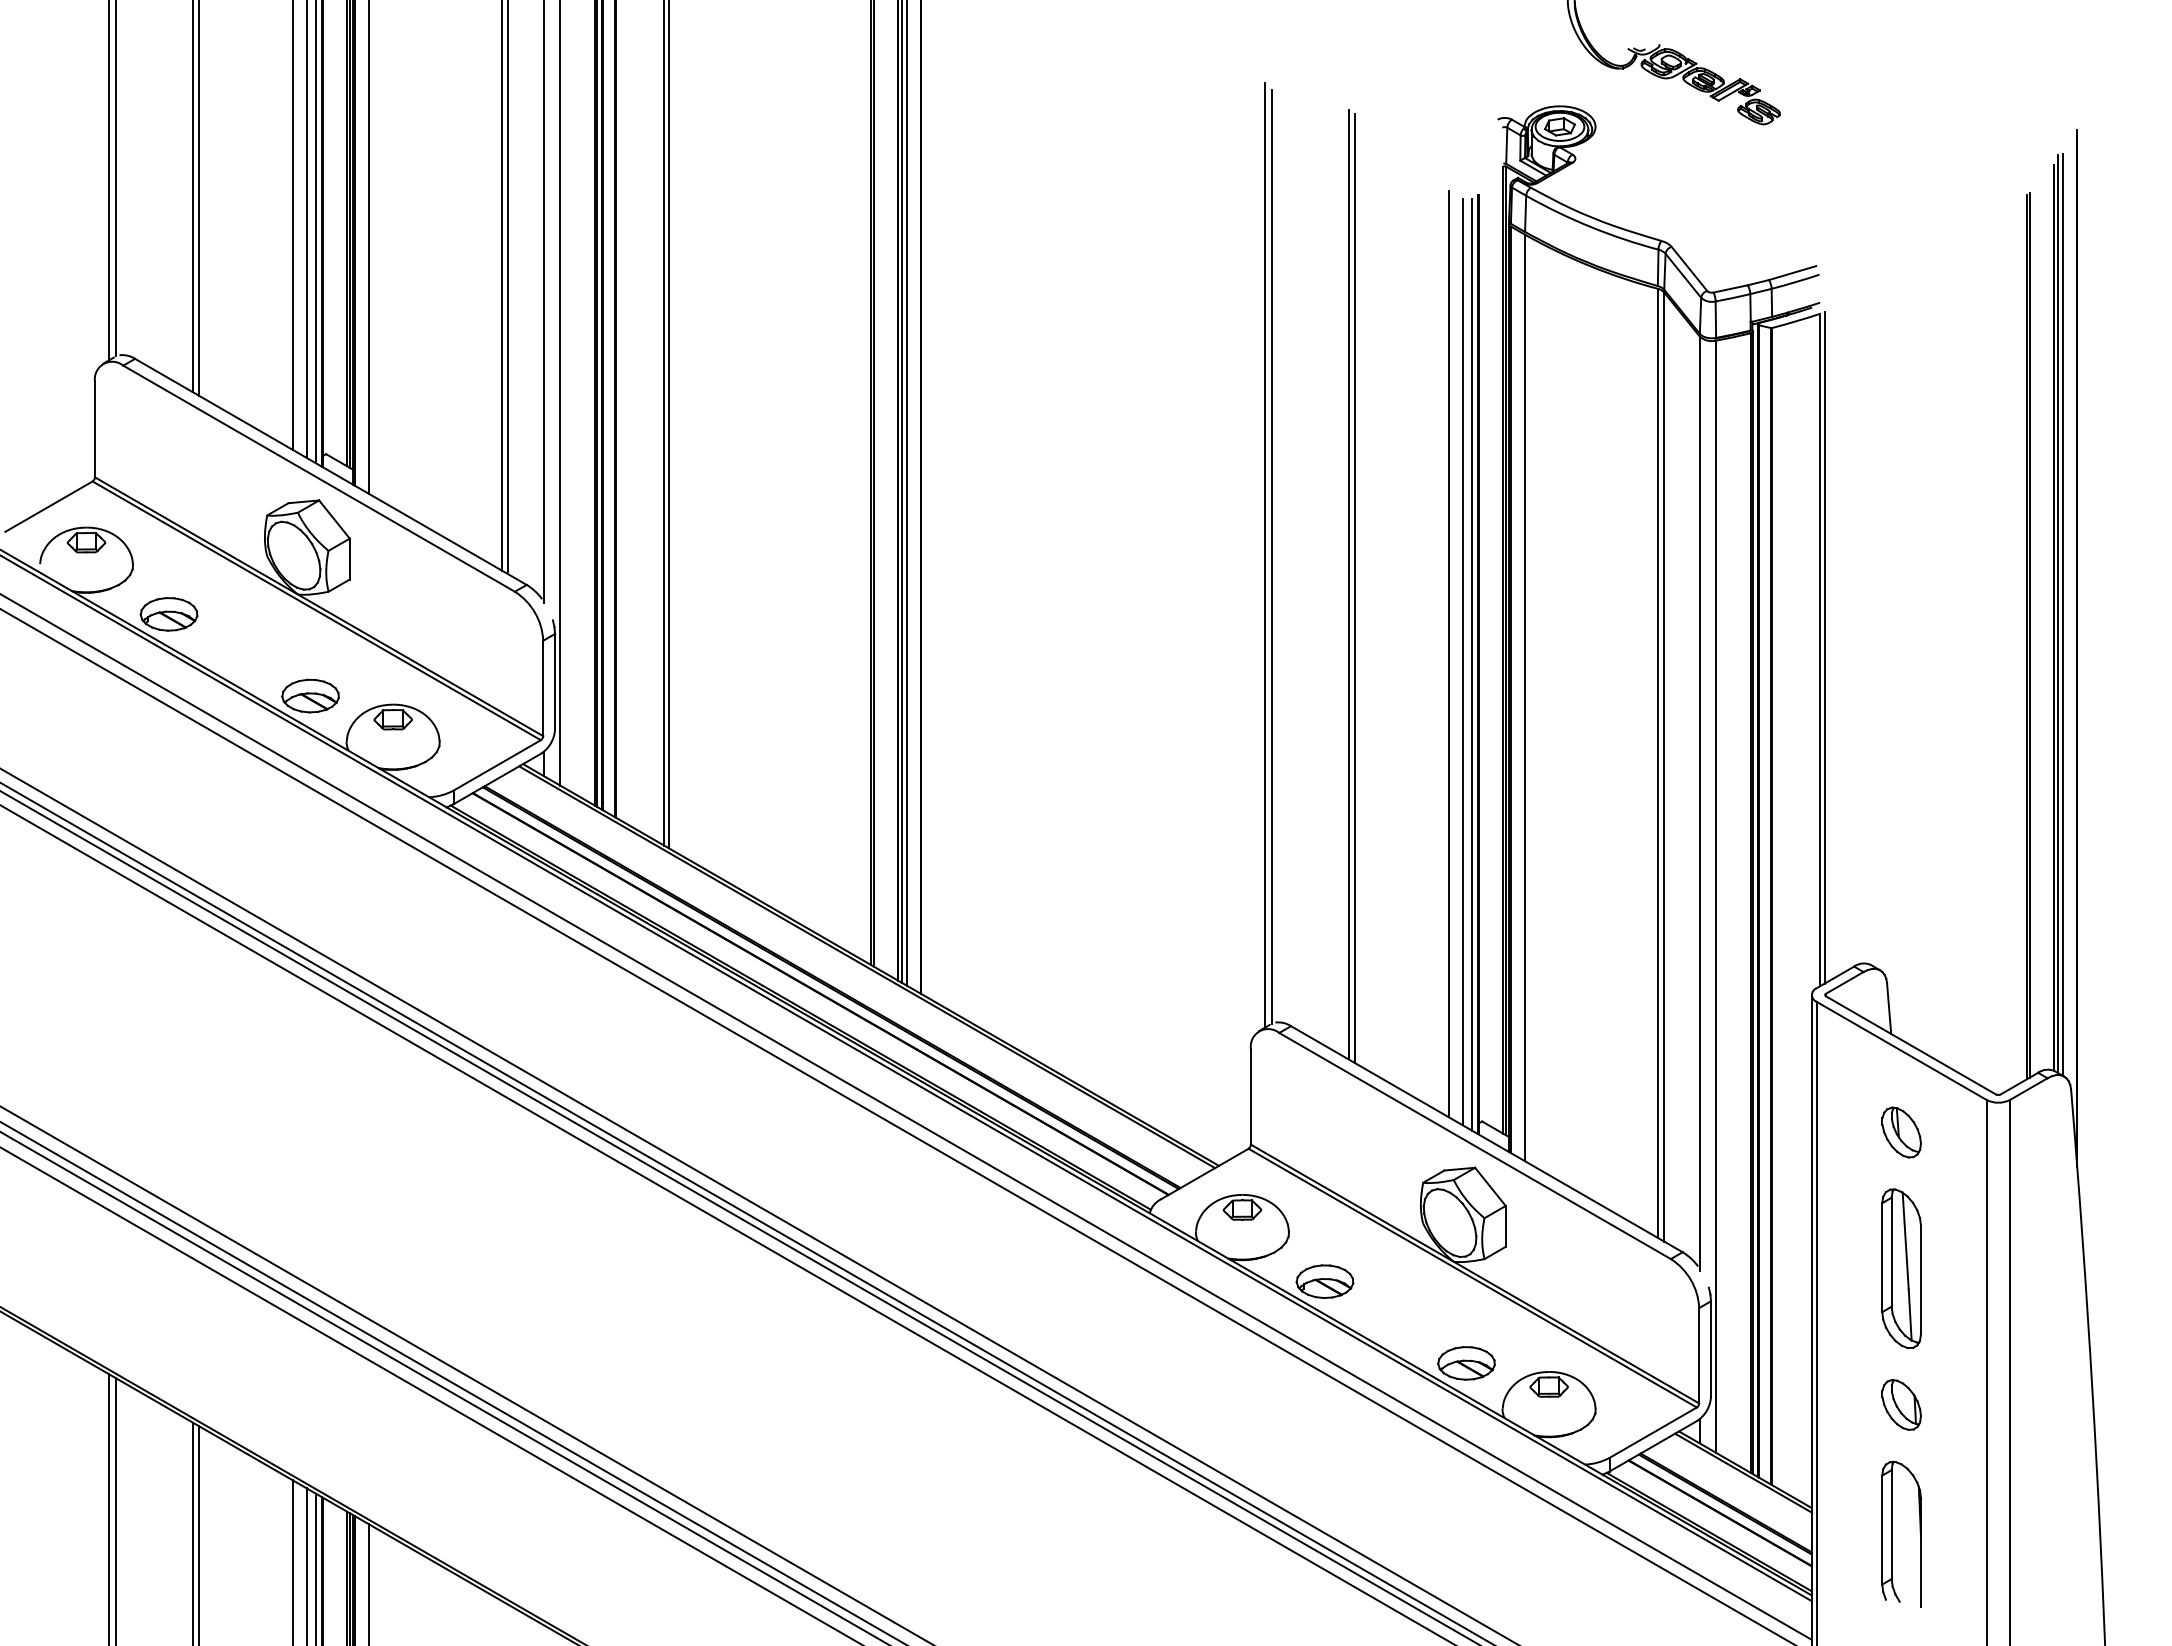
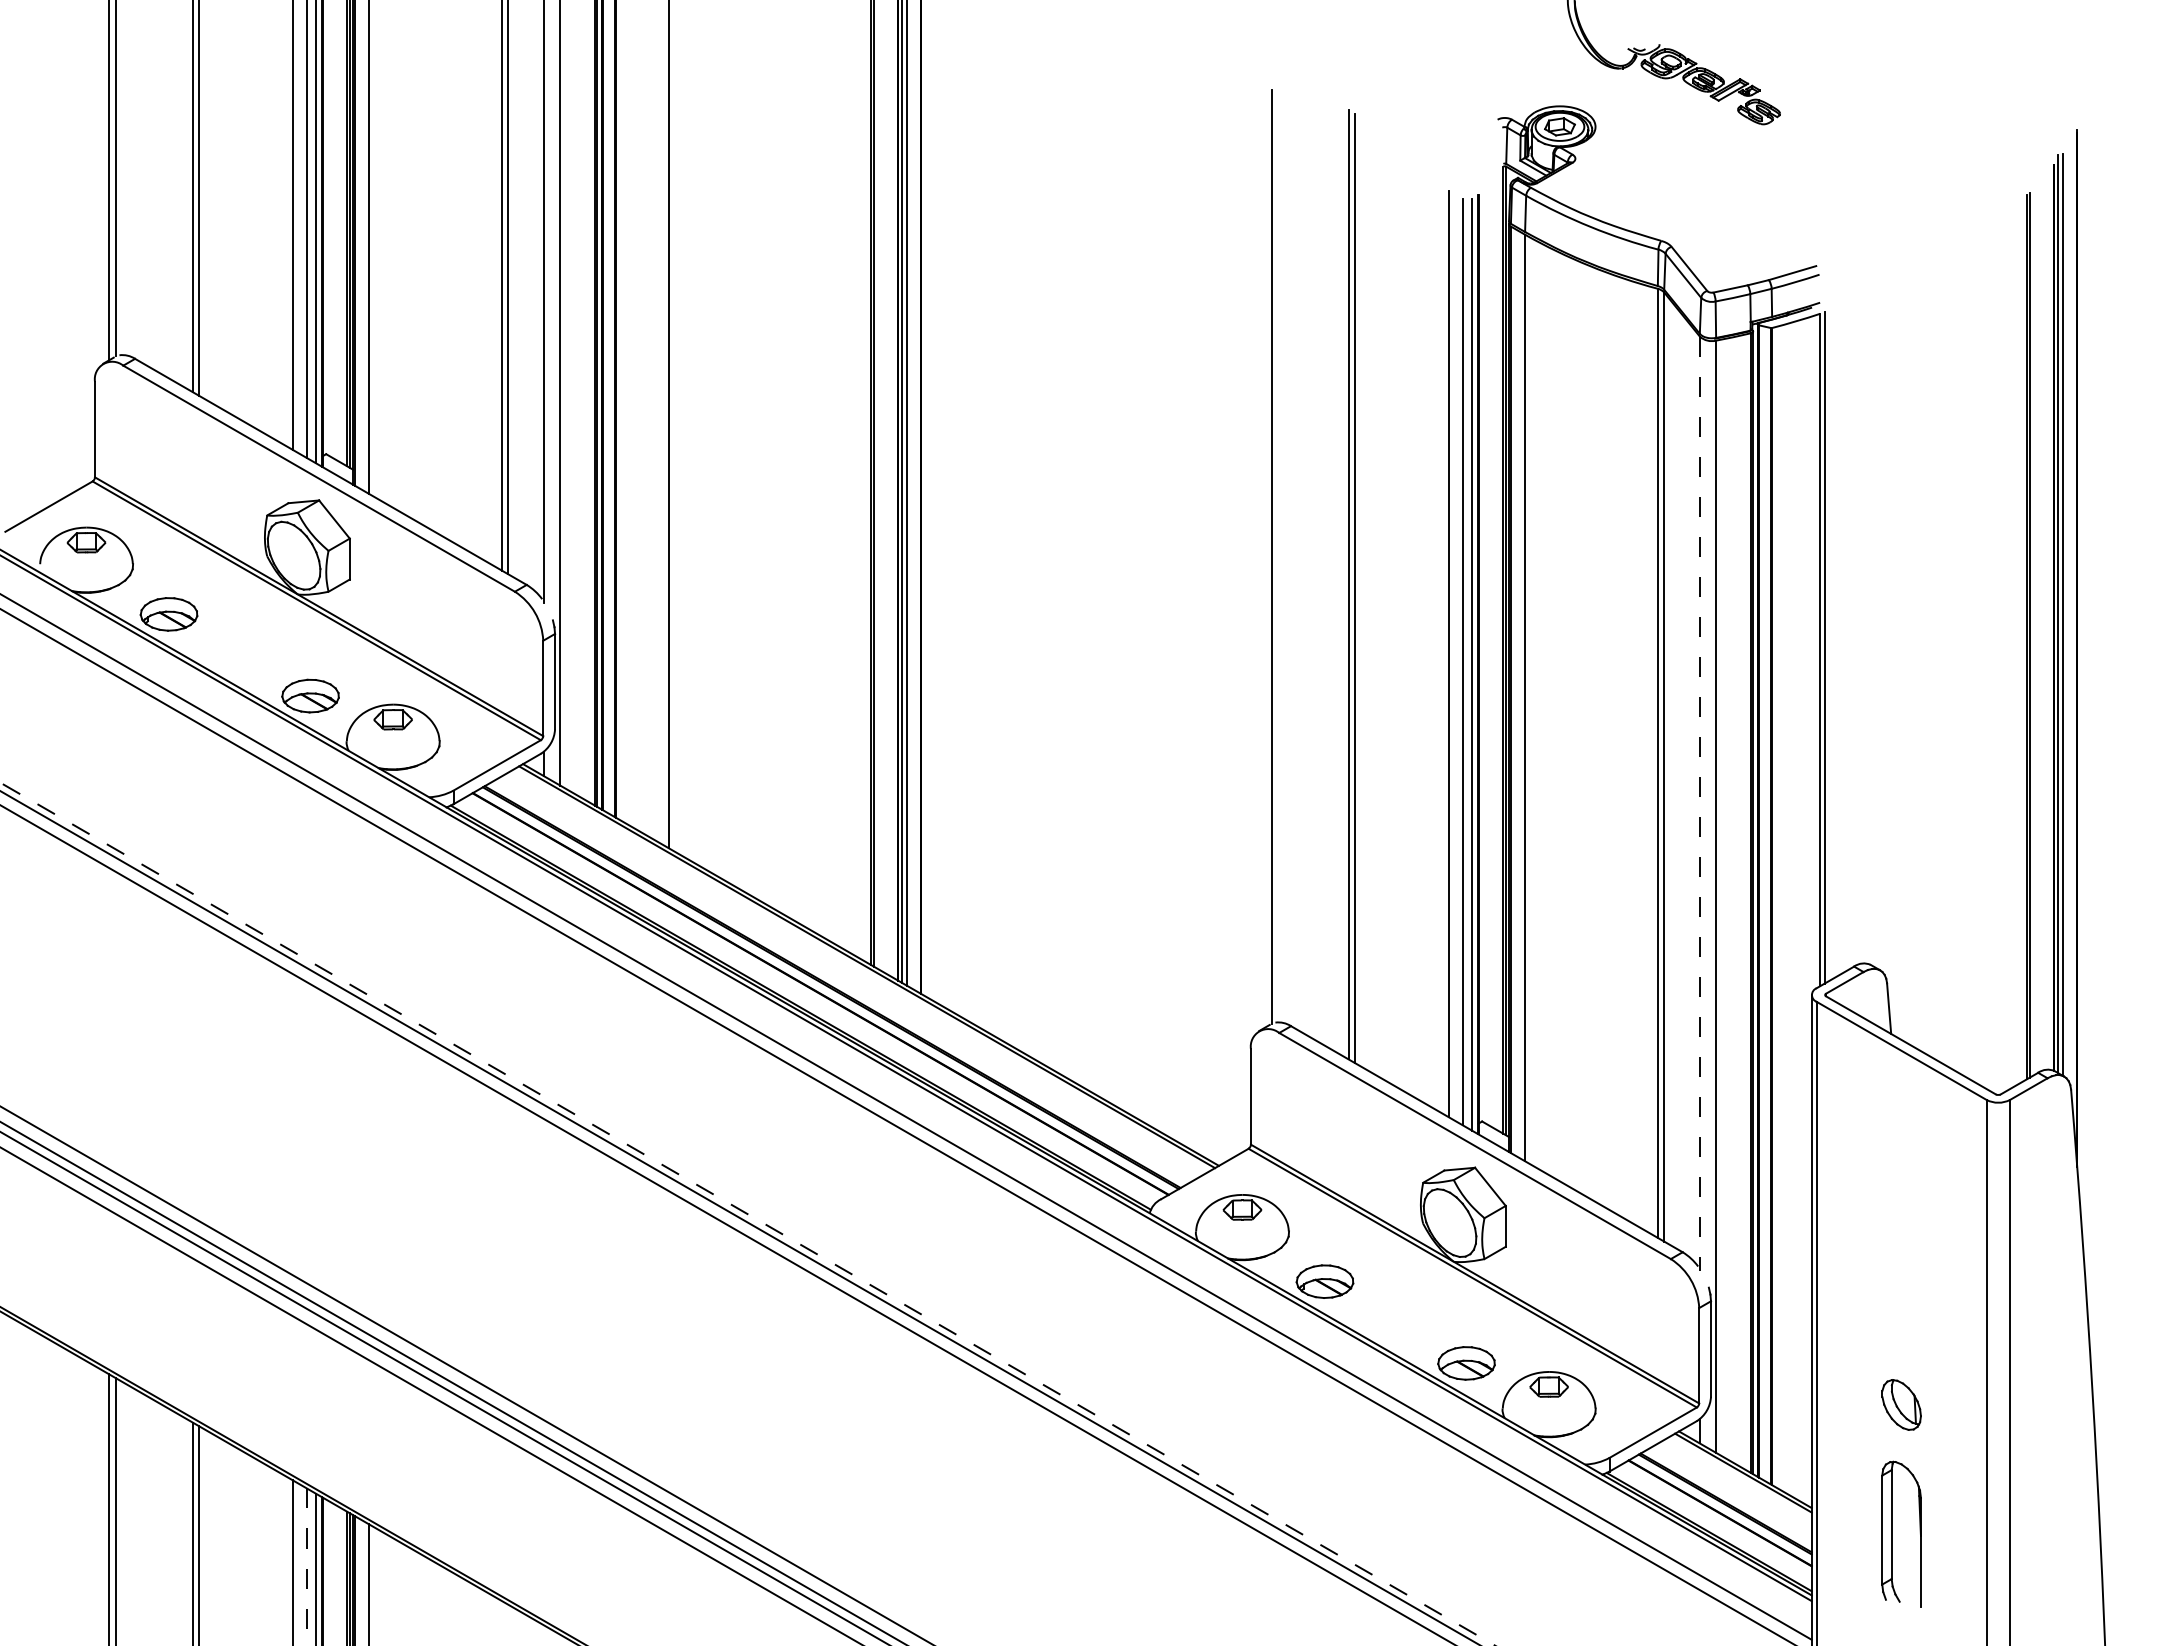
line at (664, 423): present -> none
line at (1264, 554): present -> none
line at (1699, 804): solid -> dashed
part at (1901, 1132): present -> none
line at (758, 1205): present -> none
line at (747, 1214): solid -> dashed
part at (1901, 1268): present -> none
line at (306, 1567): solid -> dashed
